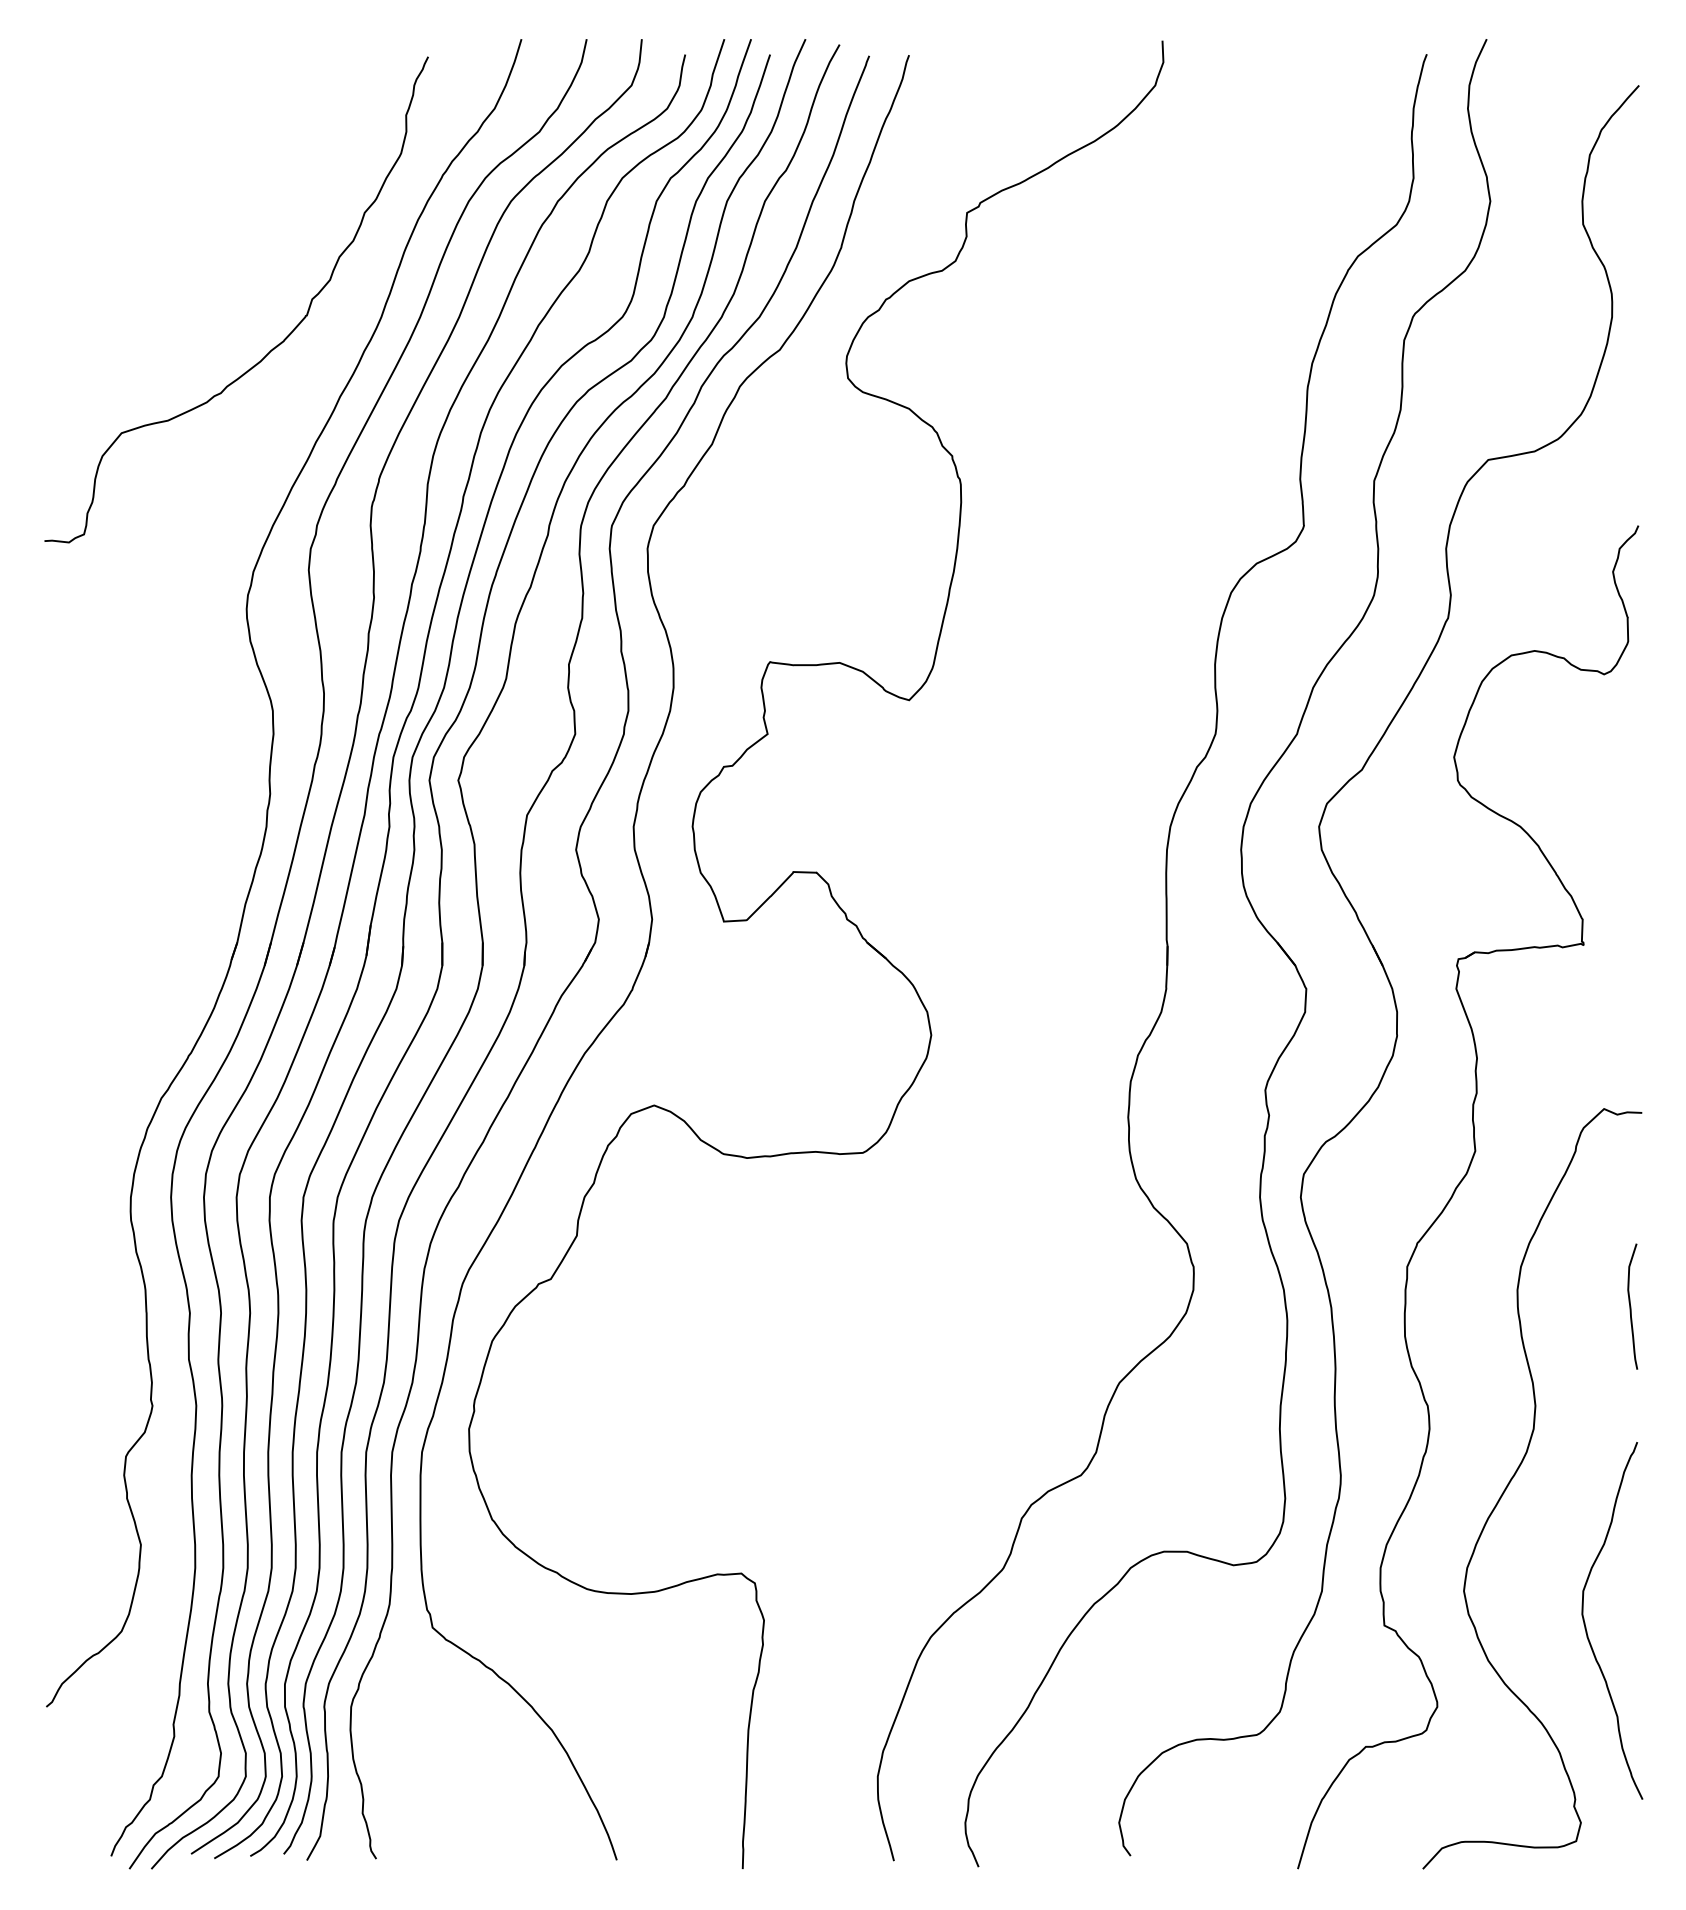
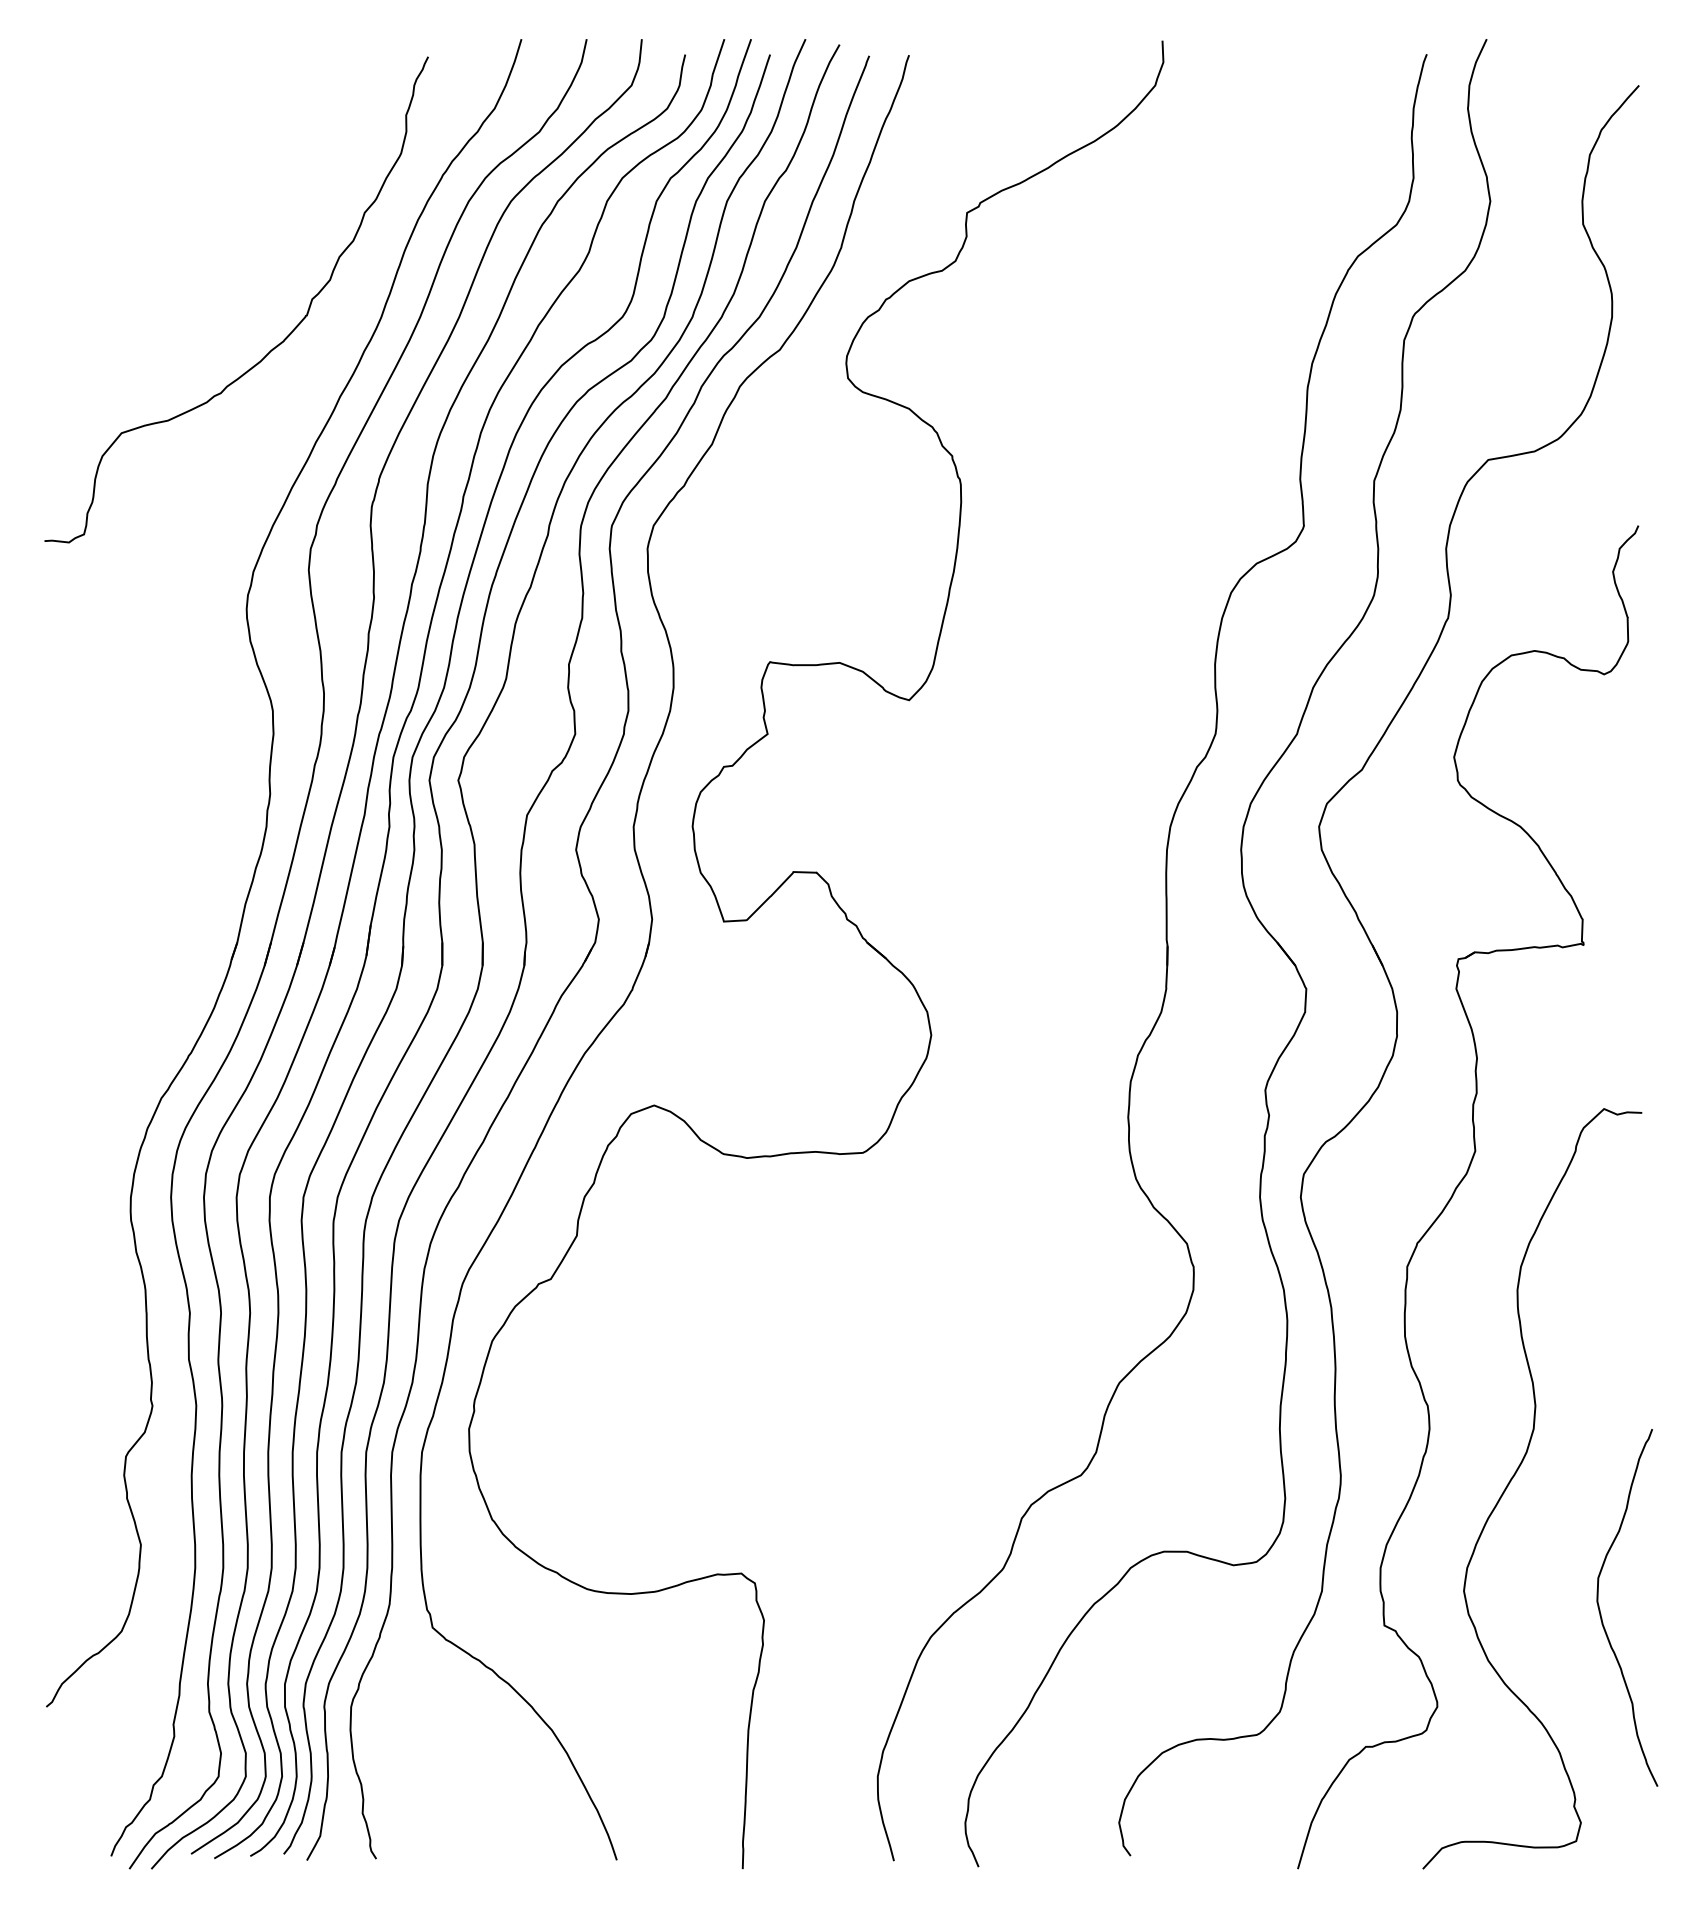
curve at (1631, 1306): present -> none
curve at (1586, 1626) position: (1586, 1626) -> (1601, 1613)
